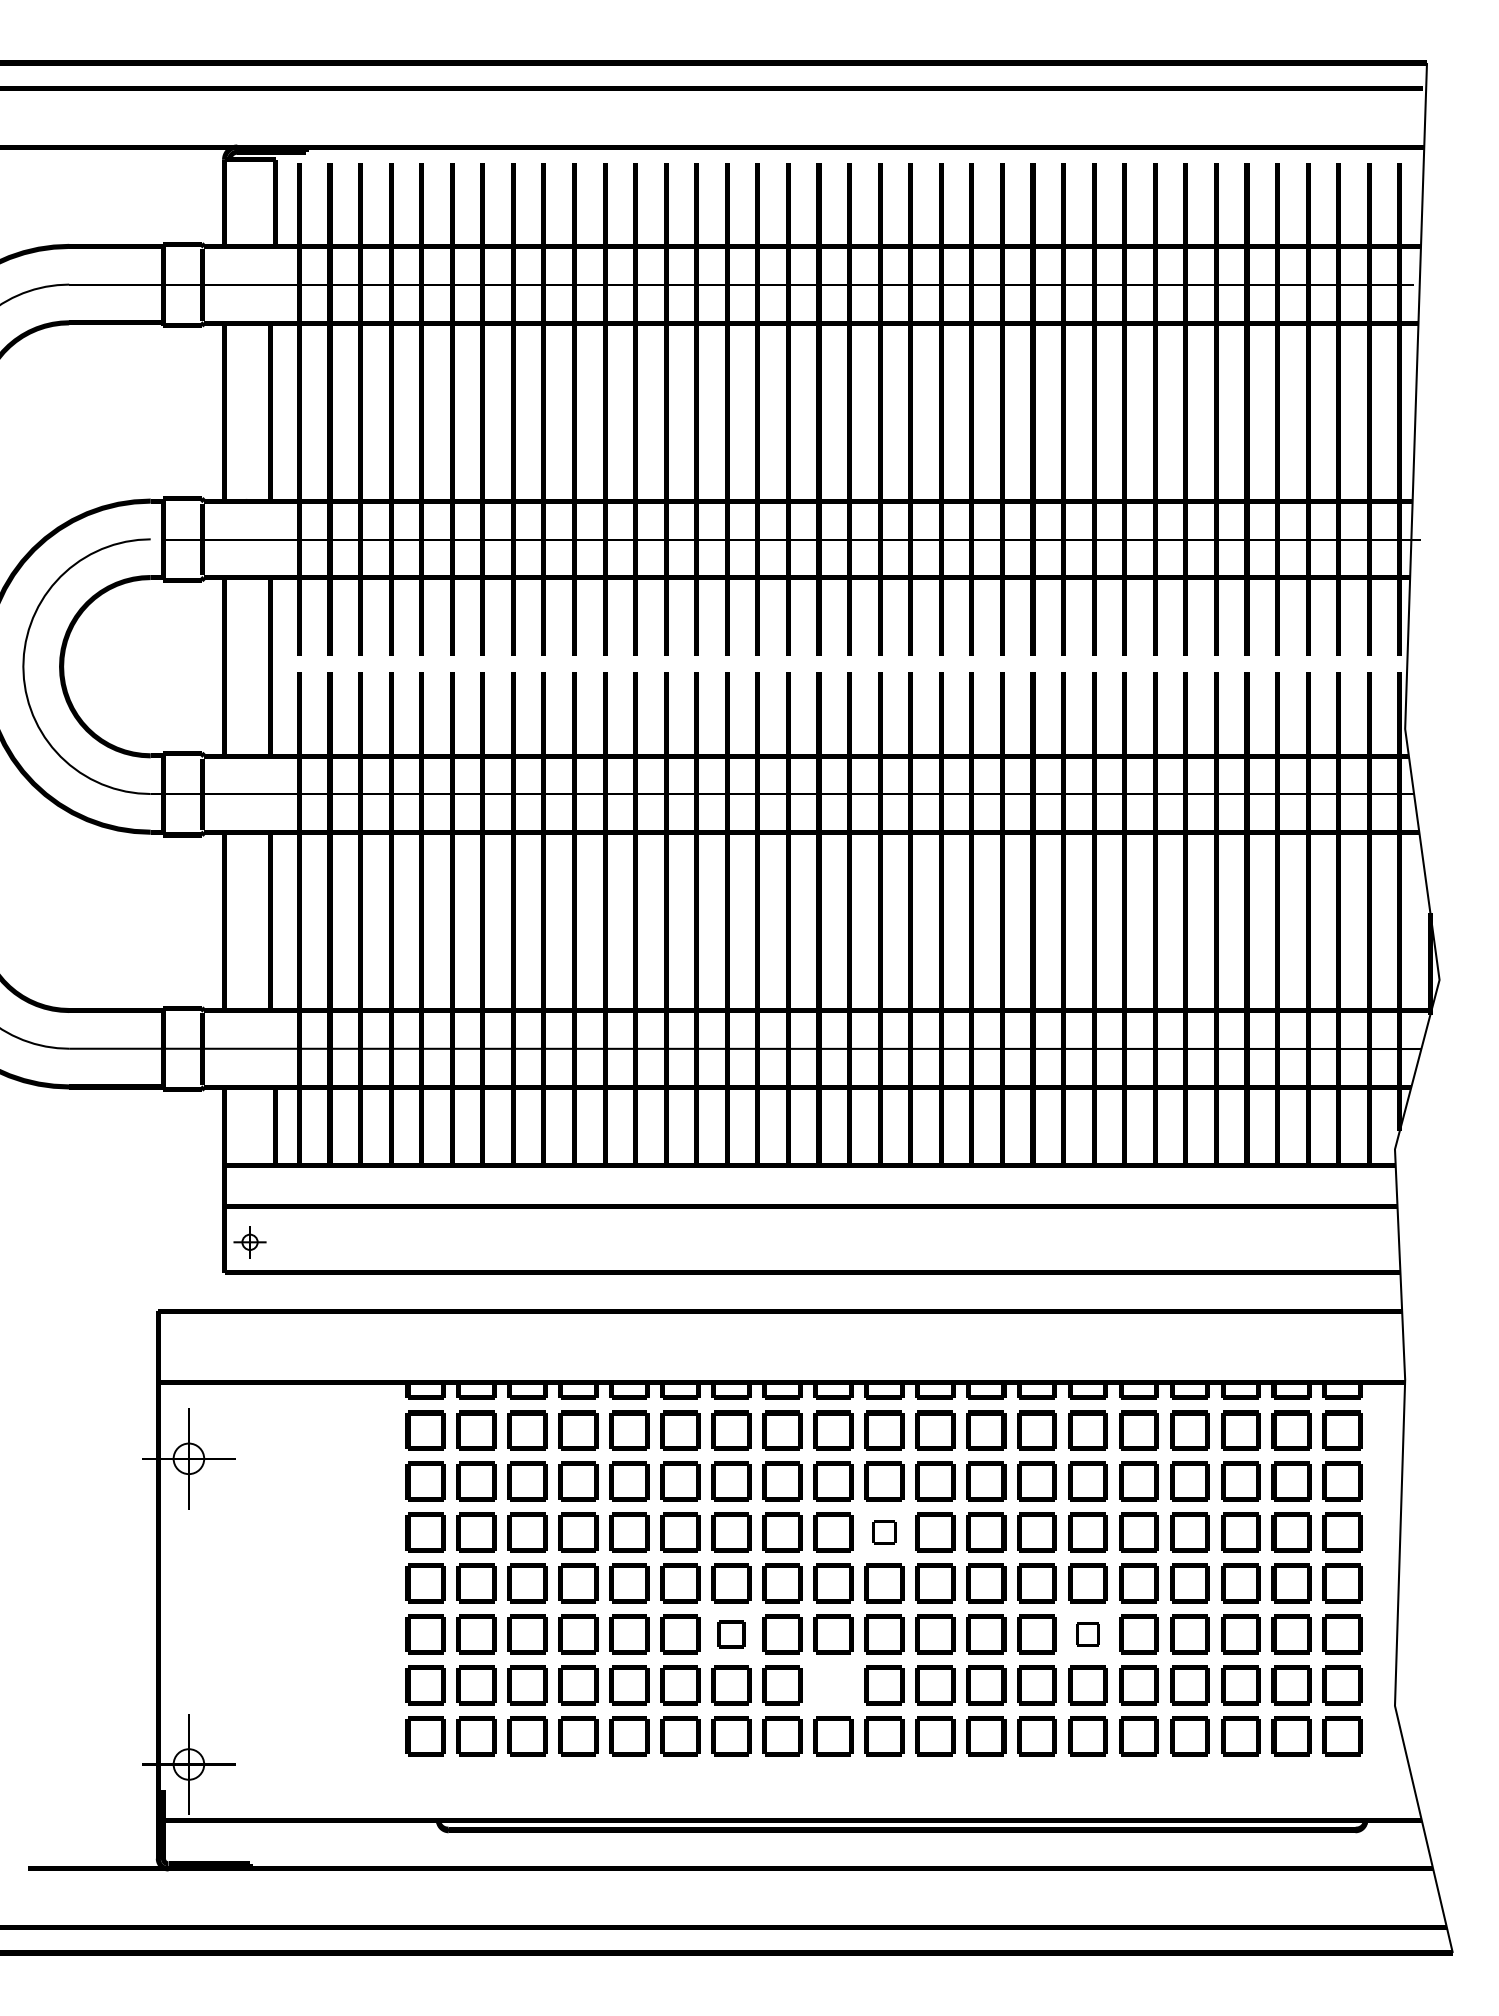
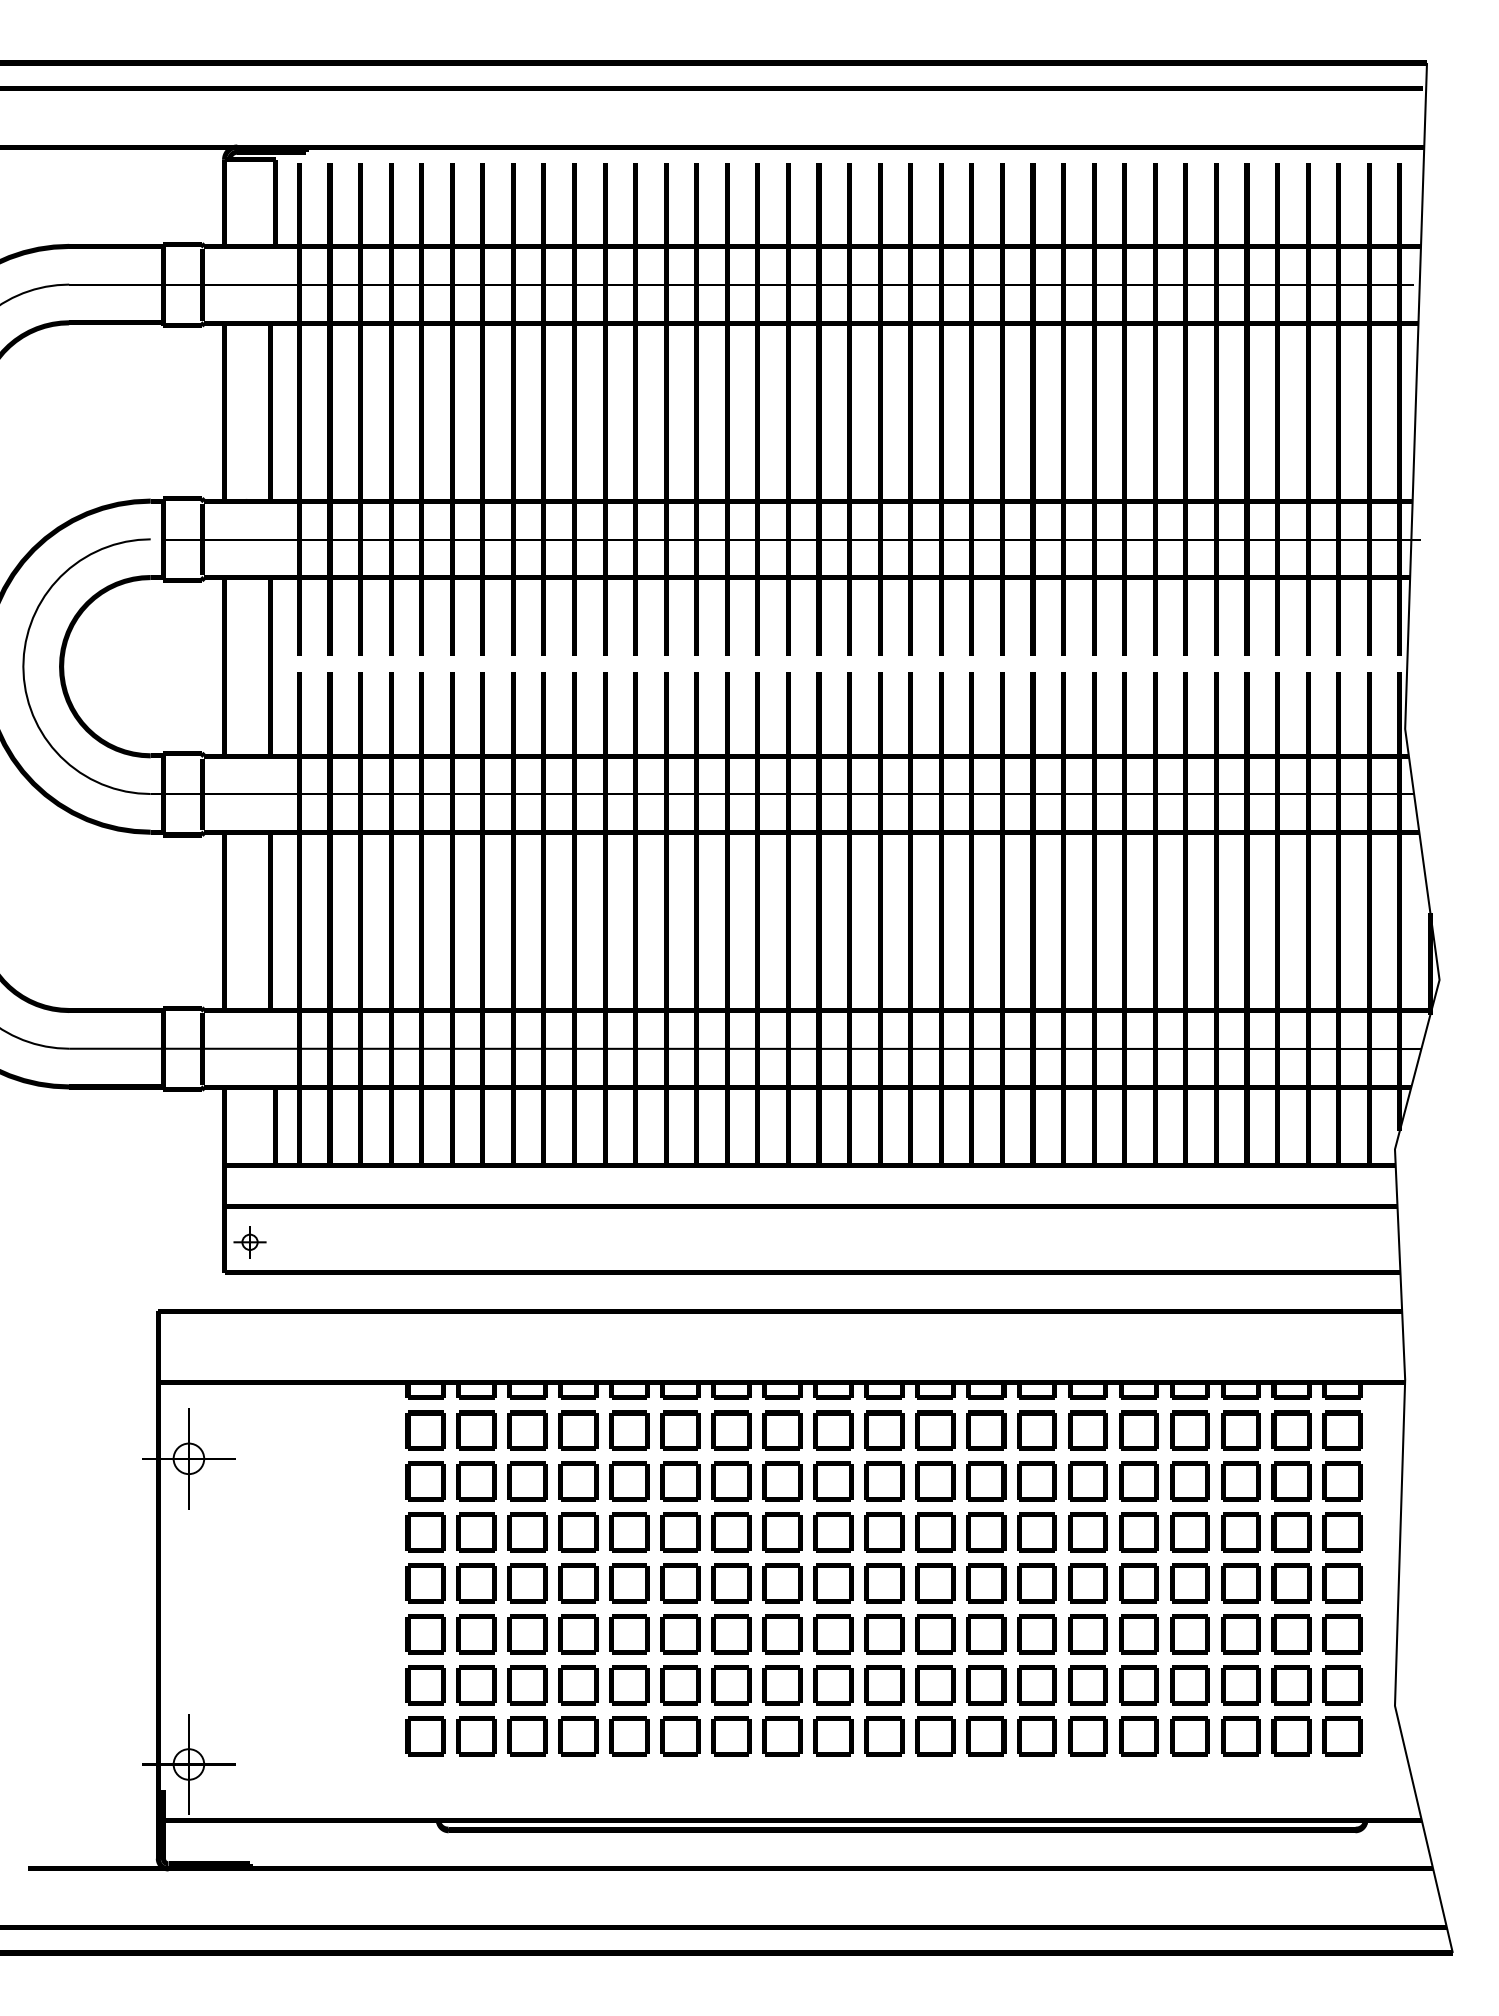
part at (884, 1532) size: 25x25 px -> 41x41 px
part at (731, 1634) size: 29x29 px -> 41x41 px
part at (1087, 1634) size: 24x25 px -> 40x41 px
part at (833, 1685): none -> present
